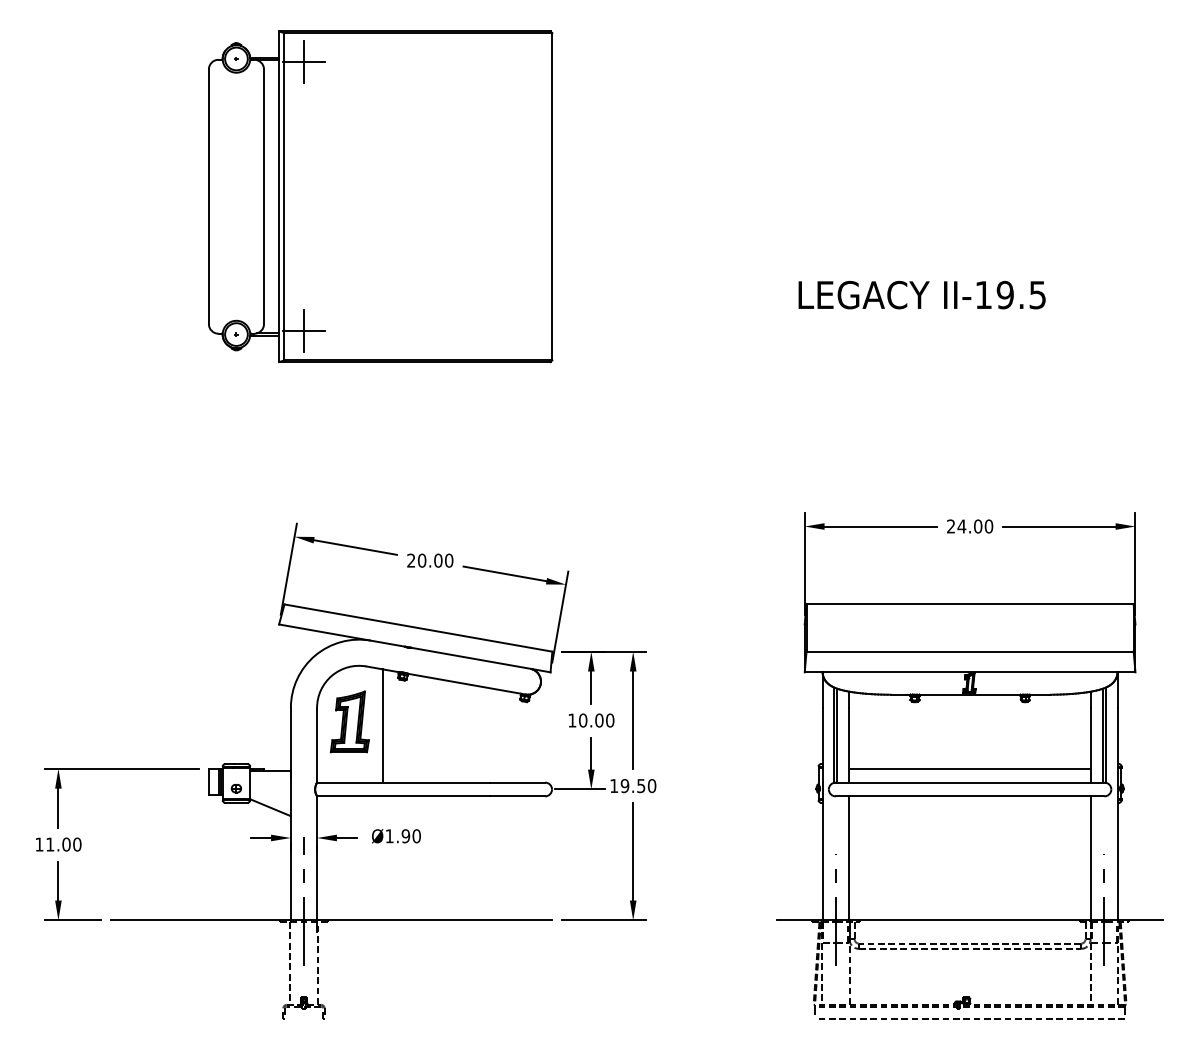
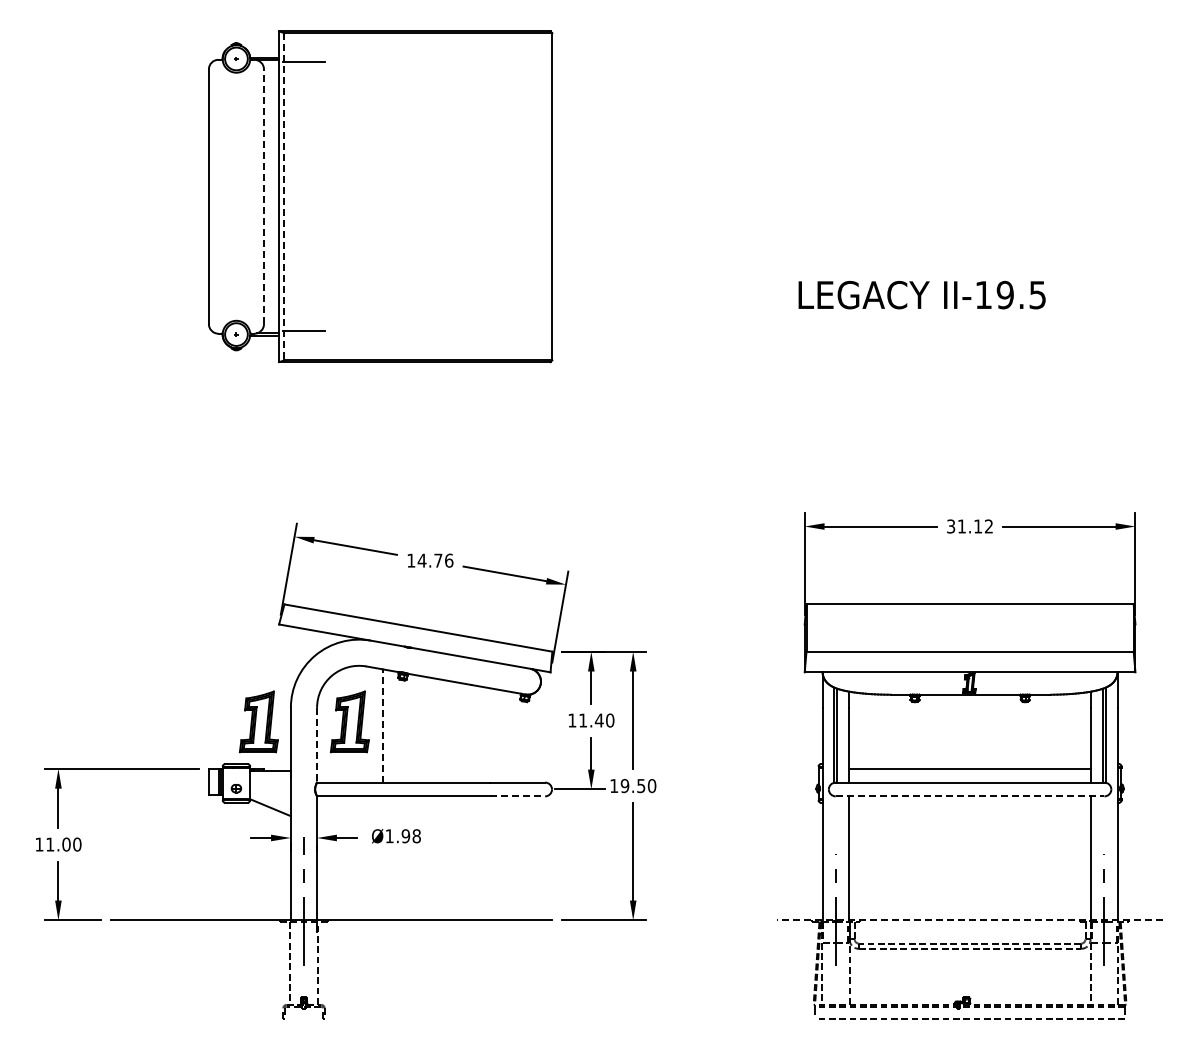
line at (303, 62): present -> none
line at (264, 196): solid -> dashed
line at (284, 196): solid -> dashed
line at (303, 331): present -> none
text at (970, 526): 24.00 -> 31.12
text at (430, 560): 20.00 -> 14.76
text at (591, 720): 10.00 -> 11.40
part at (258, 721): none -> present
line at (382, 725): solid -> dashed
line at (317, 745): solid -> dashed
line at (517, 796): solid -> dashed
line at (970, 796): solid -> dashed
text at (416, 836): Ø1.90 -> Ø1.98
line at (970, 920): solid -> dashed
